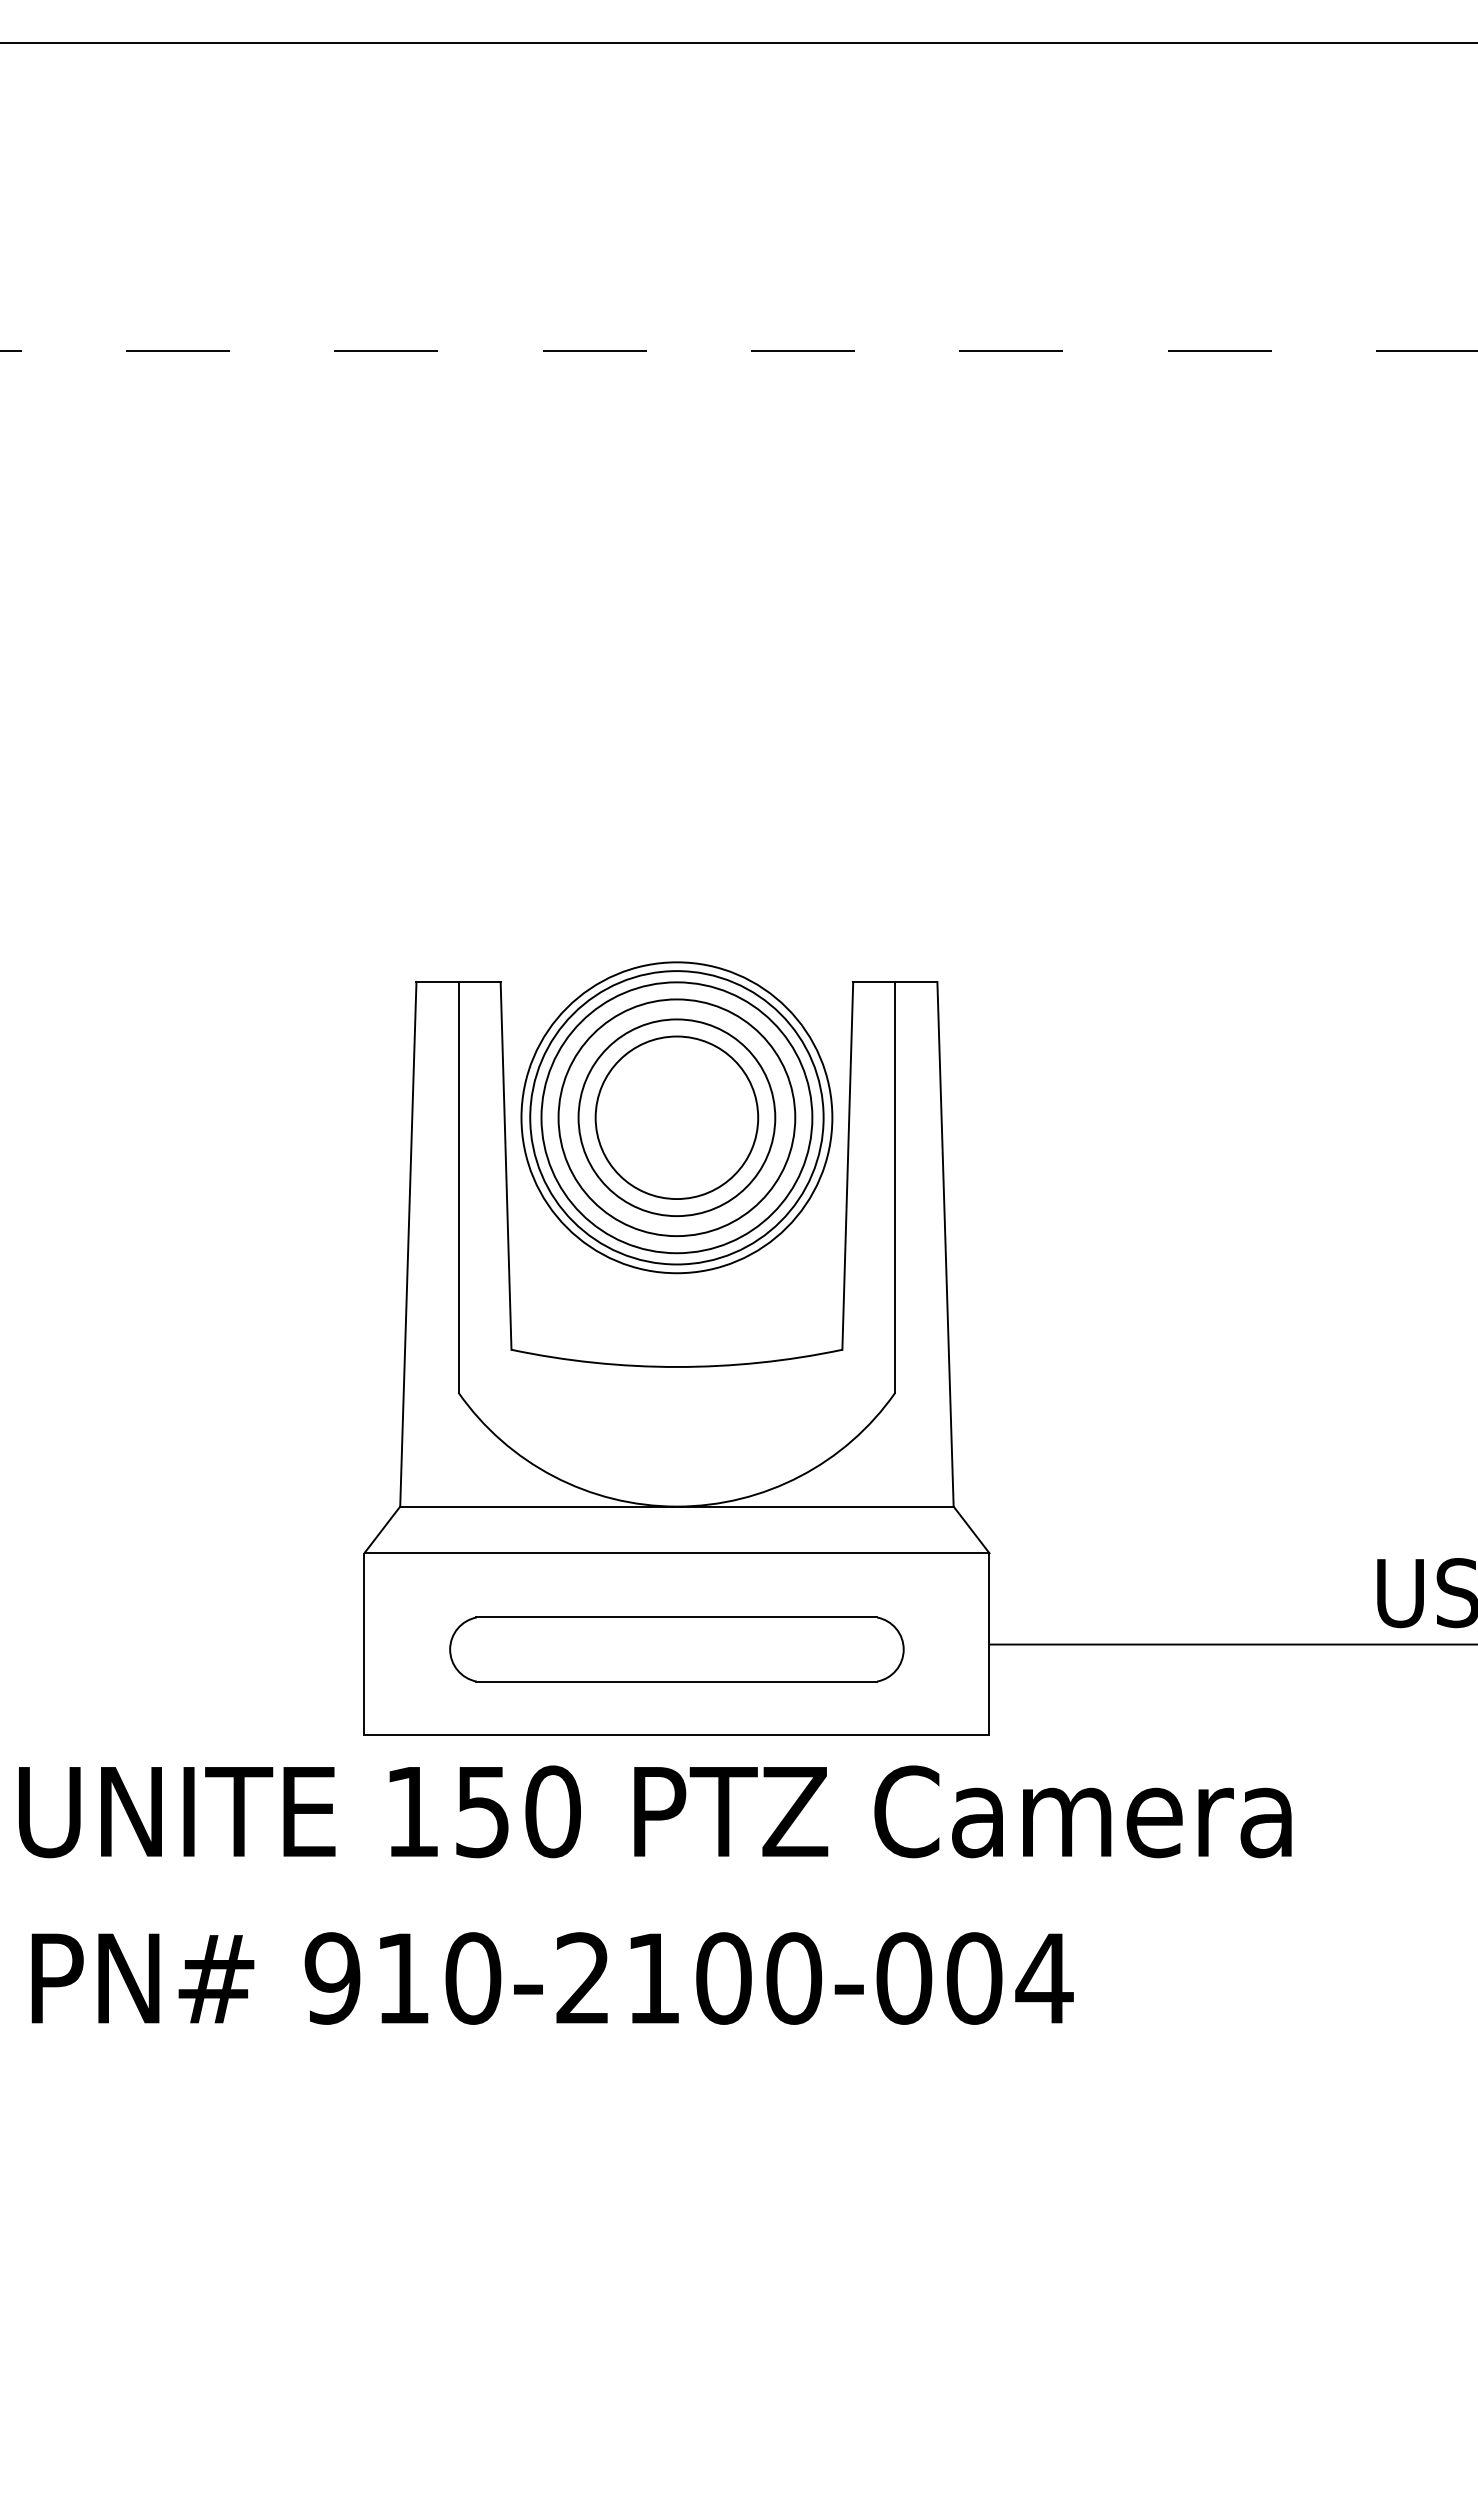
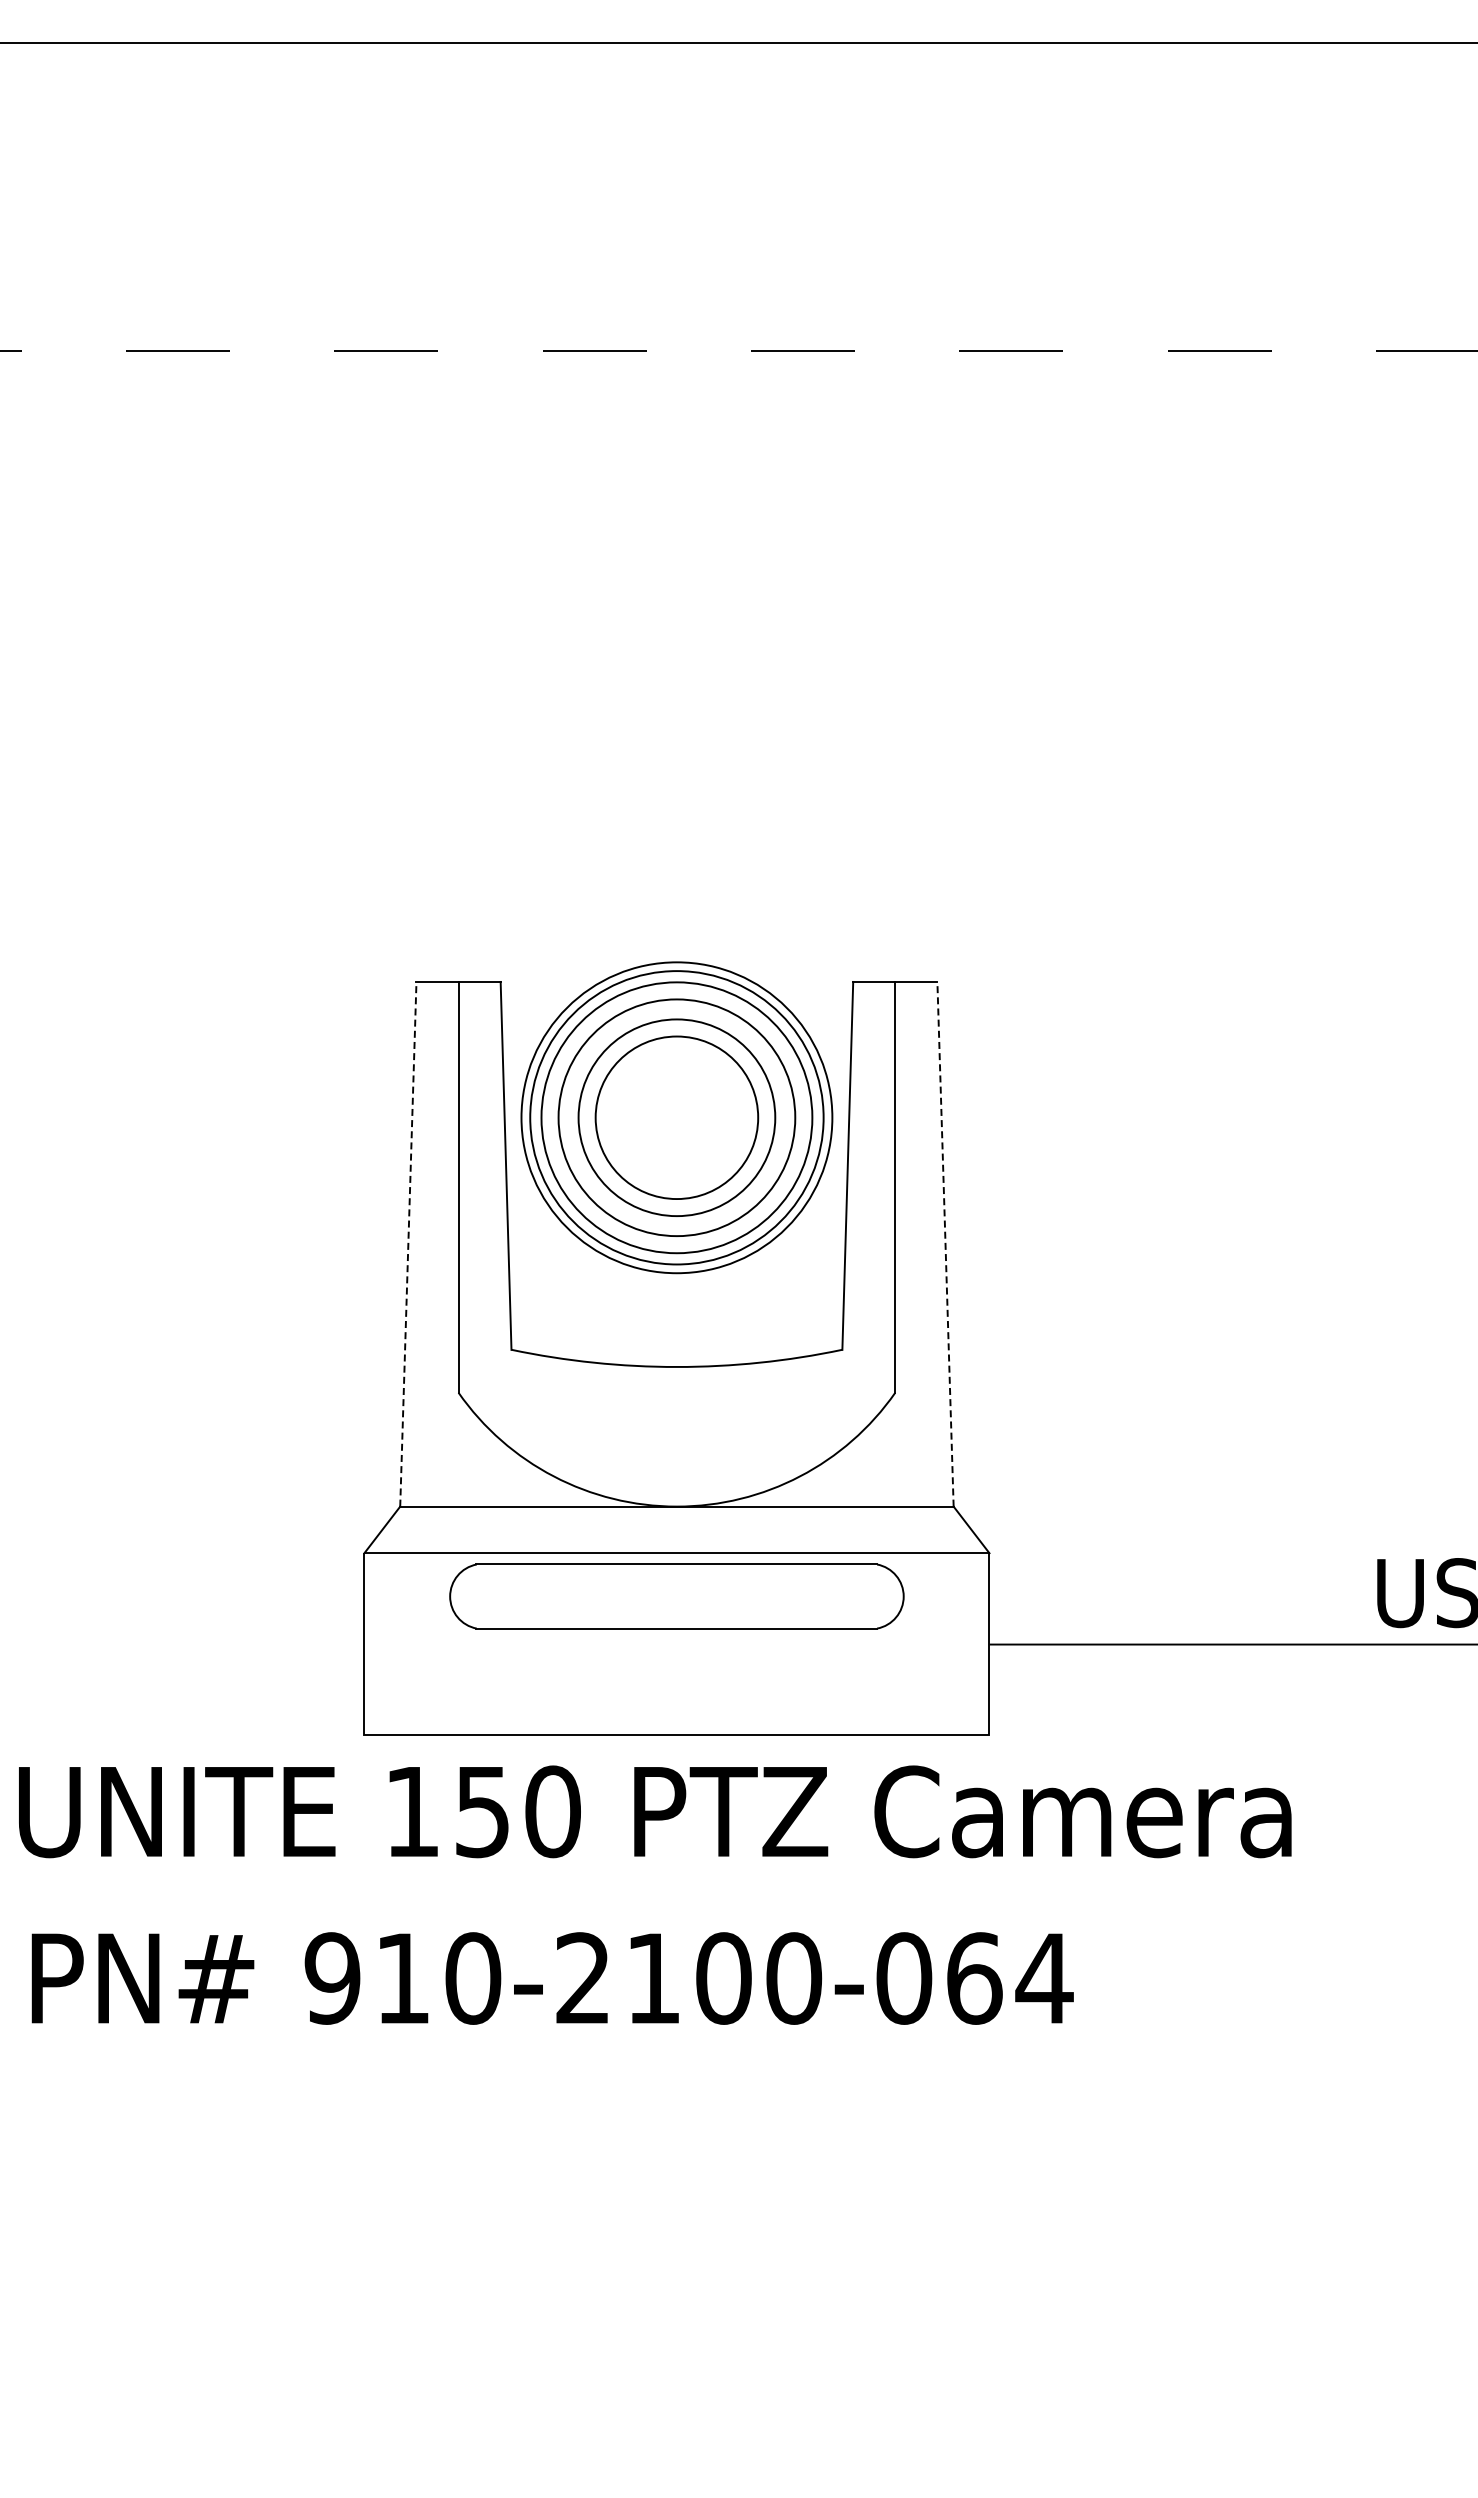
line at (408, 1243): solid -> dashed
line at (945, 1243): solid -> dashed
part at (676, 1649) position: (676, 1649) -> (676, 1596)
text at (974, 1978): 910-2100-004 -> 910-2100-064
